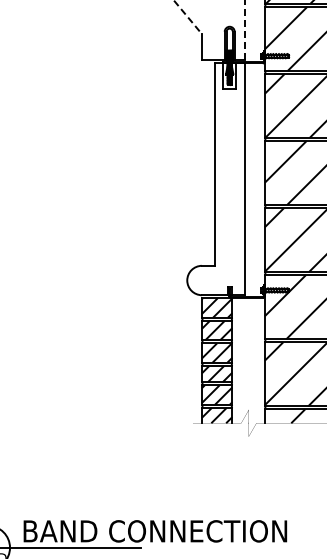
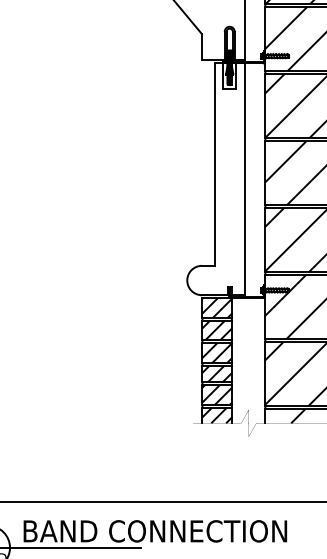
line at (187, 17): dashed -> solid
line at (244, 30): dashed -> solid
line at (162, 501): none -> present
